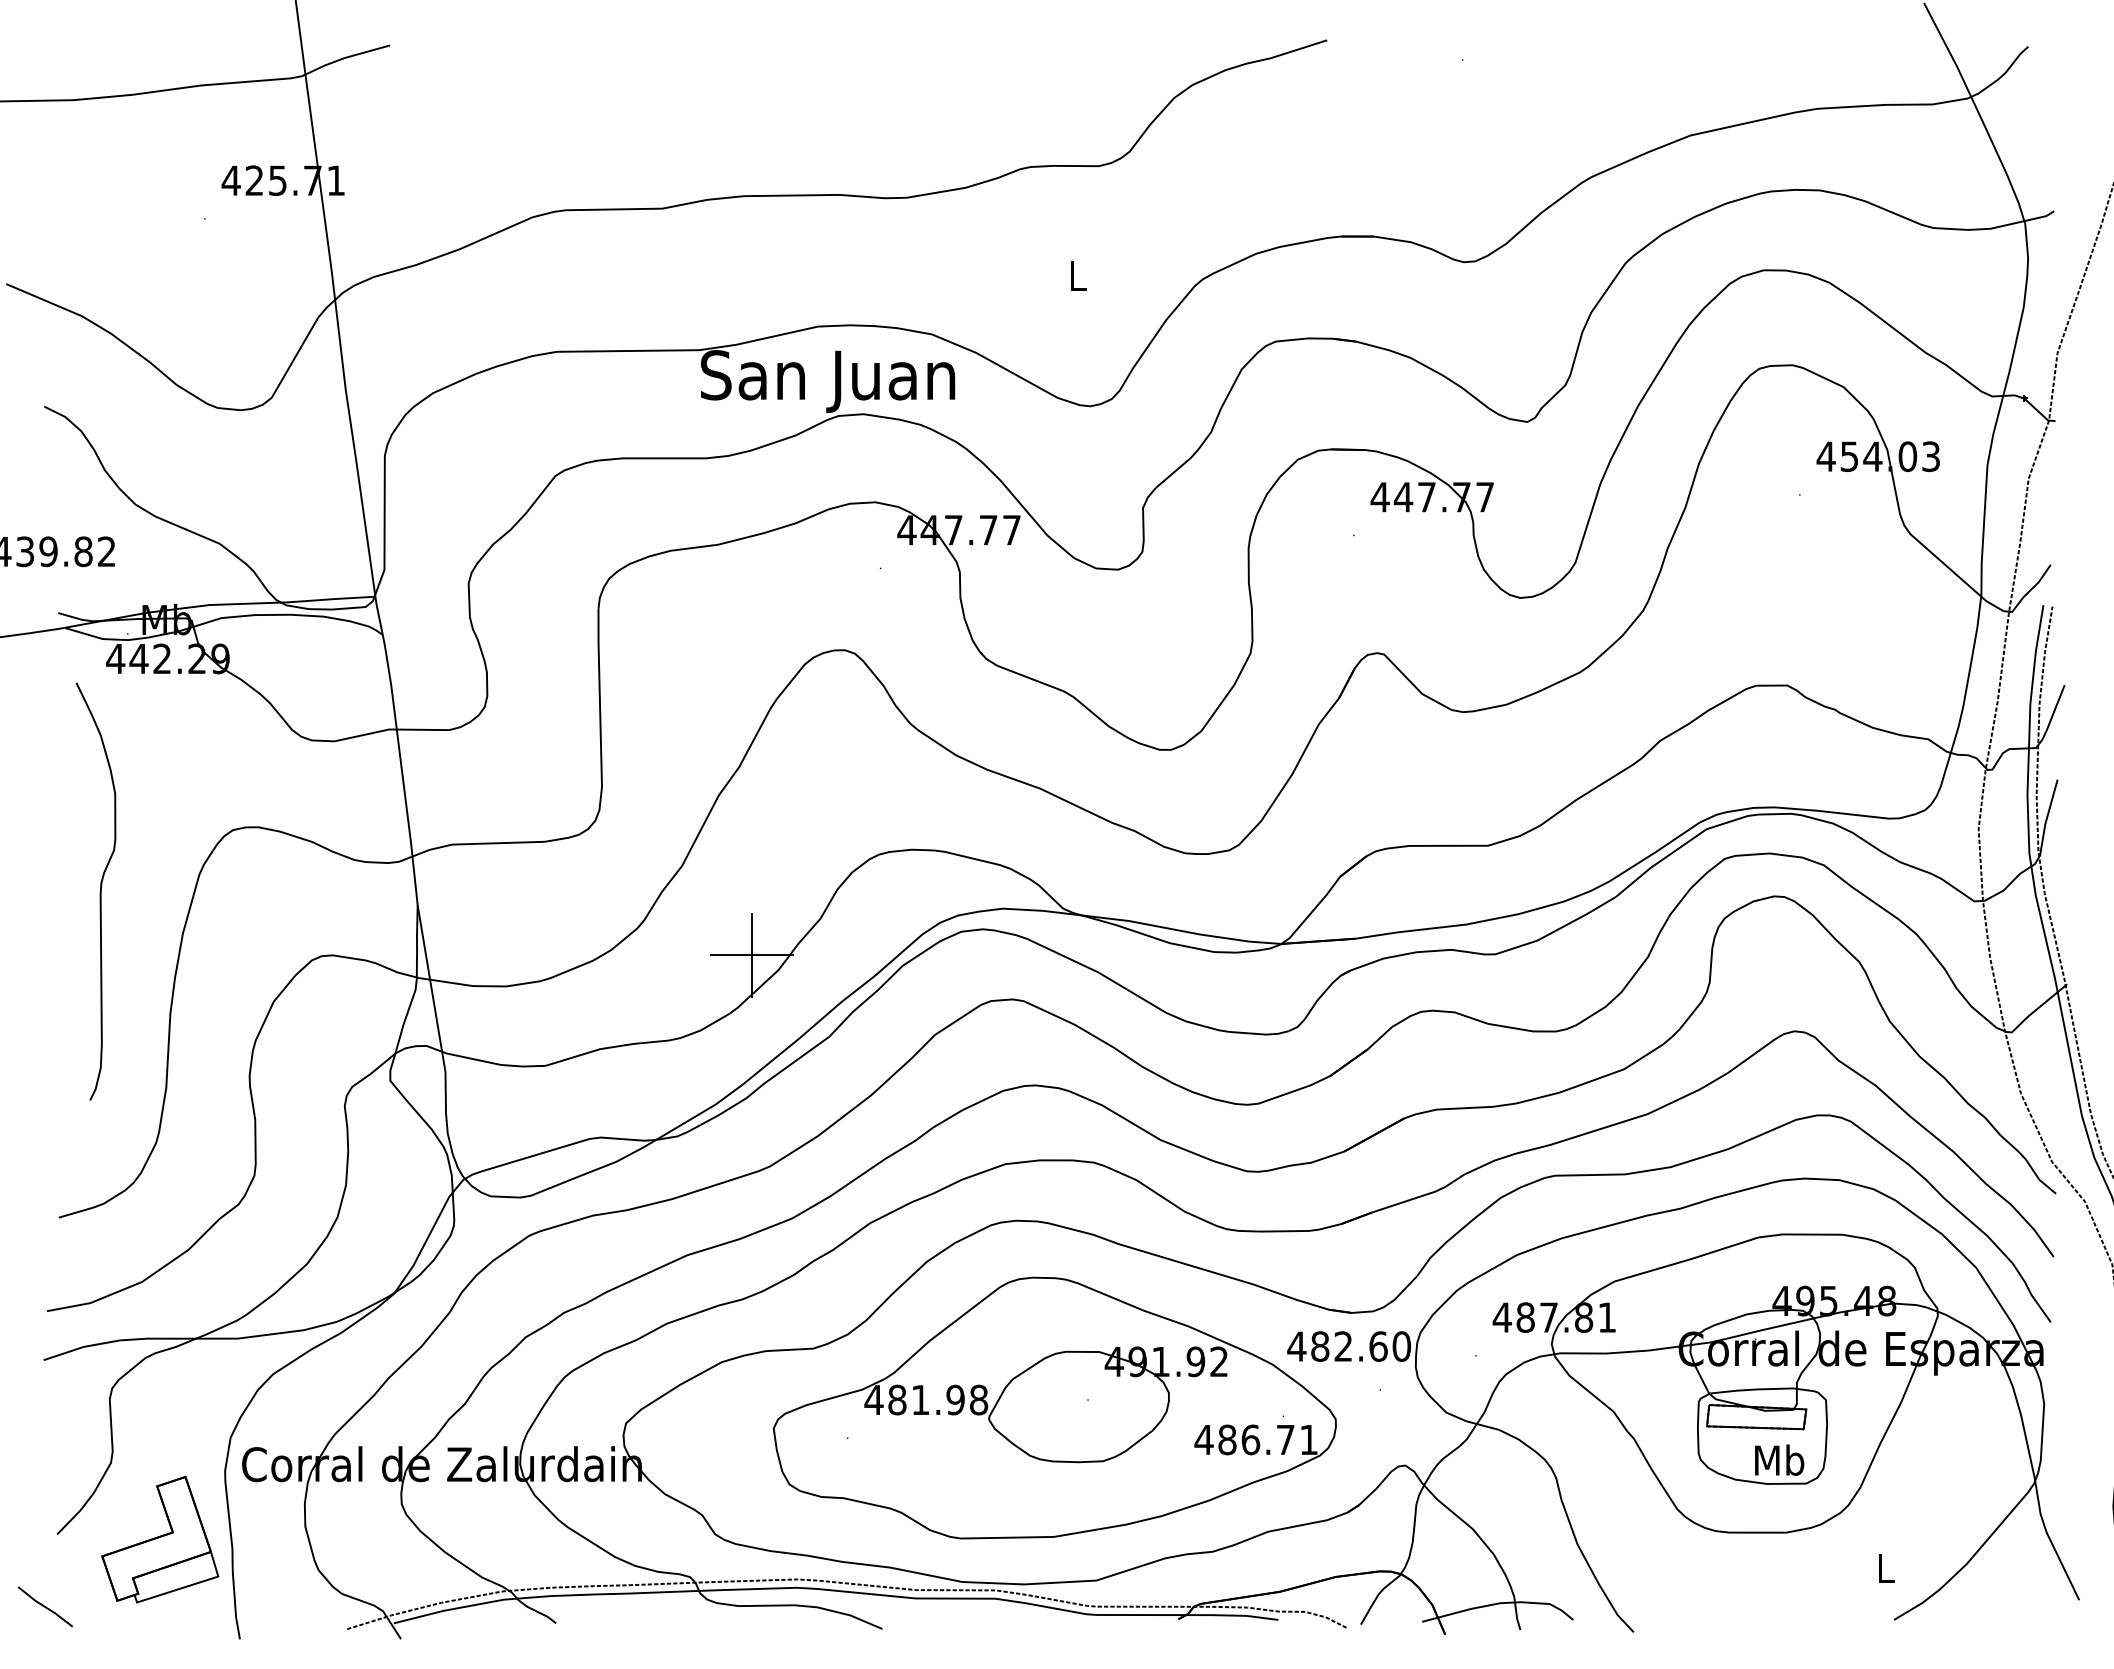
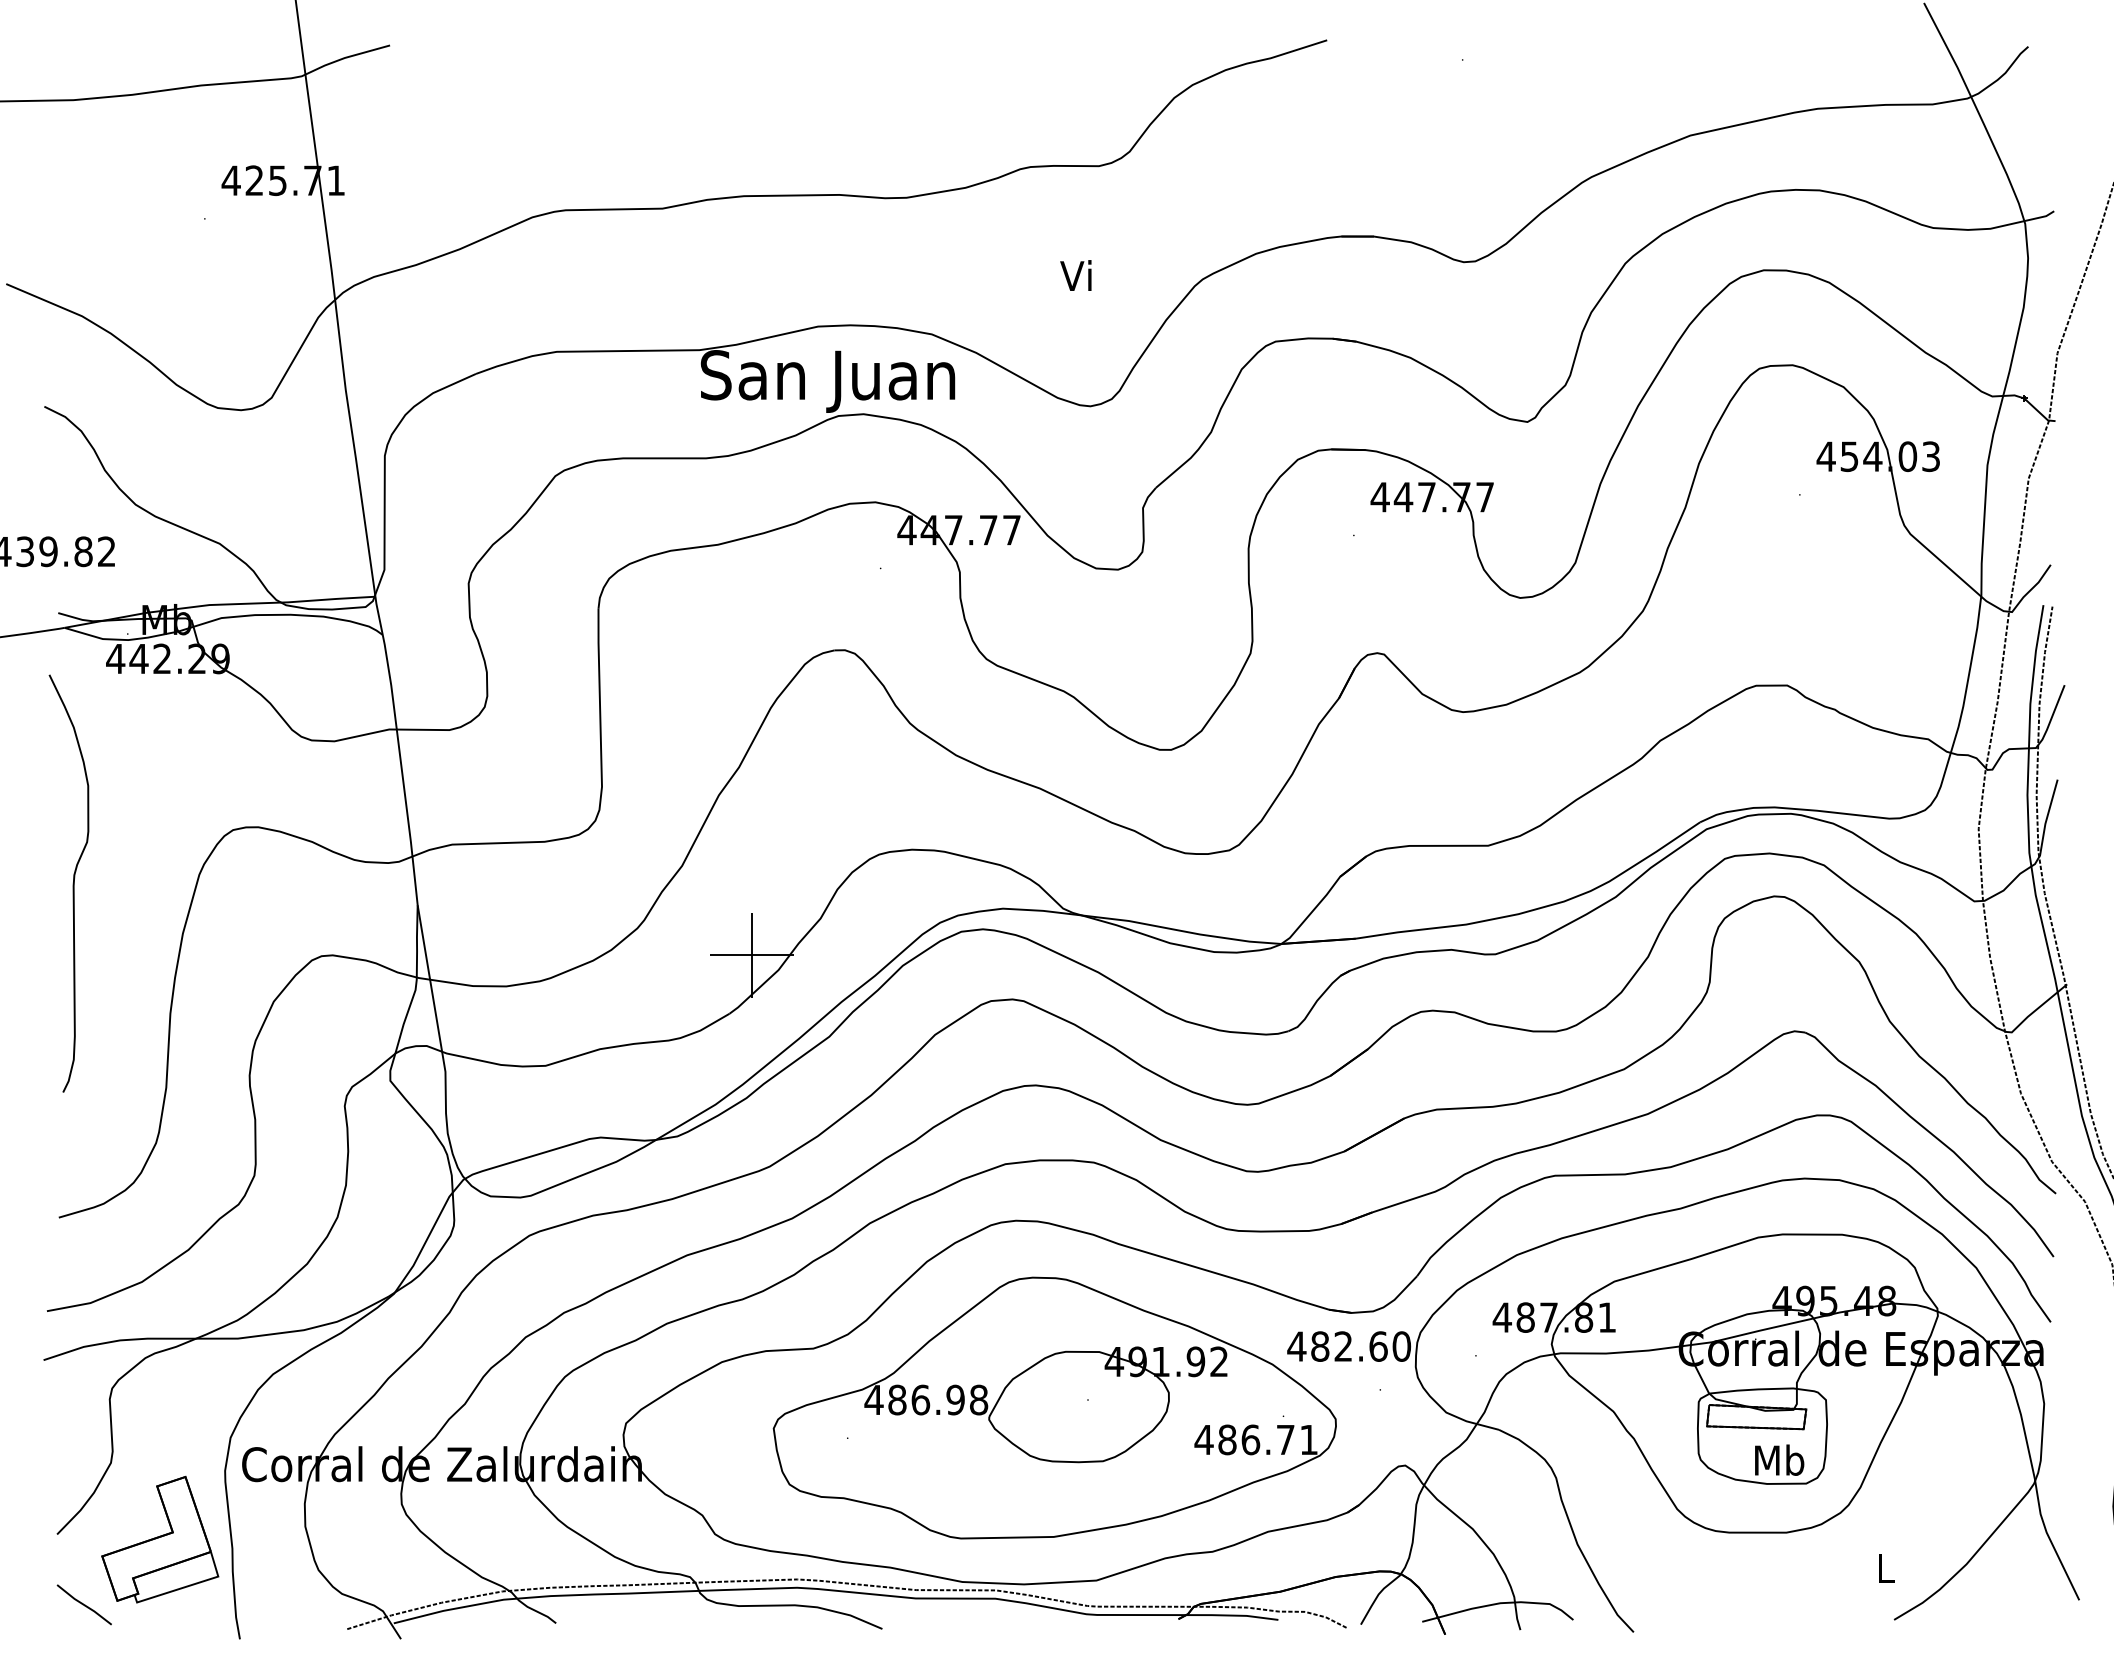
text at (1075, 275): L -> Vi
curve at (99, 891) position: (99, 891) -> (72, 883)
text at (920, 1399): 481.98 -> 486.98
line at (44, 1606) position: (44, 1606) -> (83, 1604)
